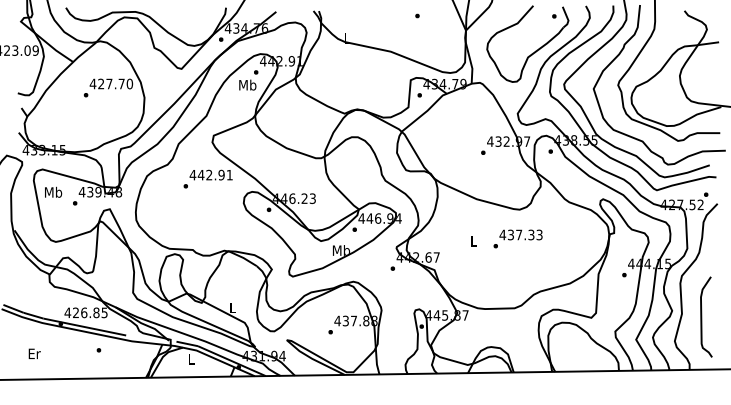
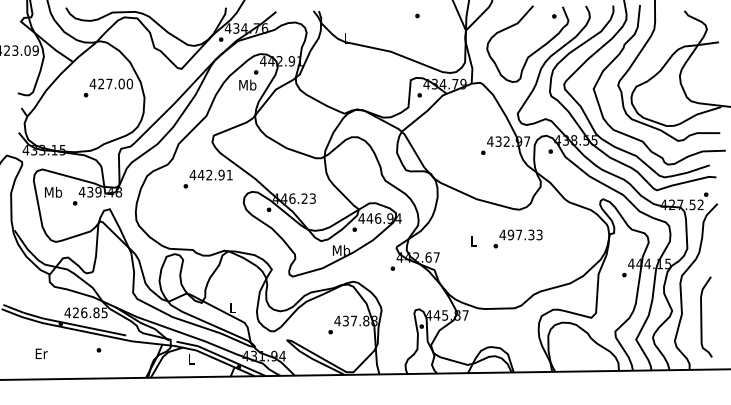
text at (121, 83): 427.70 -> 427.00
text at (510, 234): 437.33 -> 497.33
text at (34, 353) position: (34, 353) -> (41, 353)
